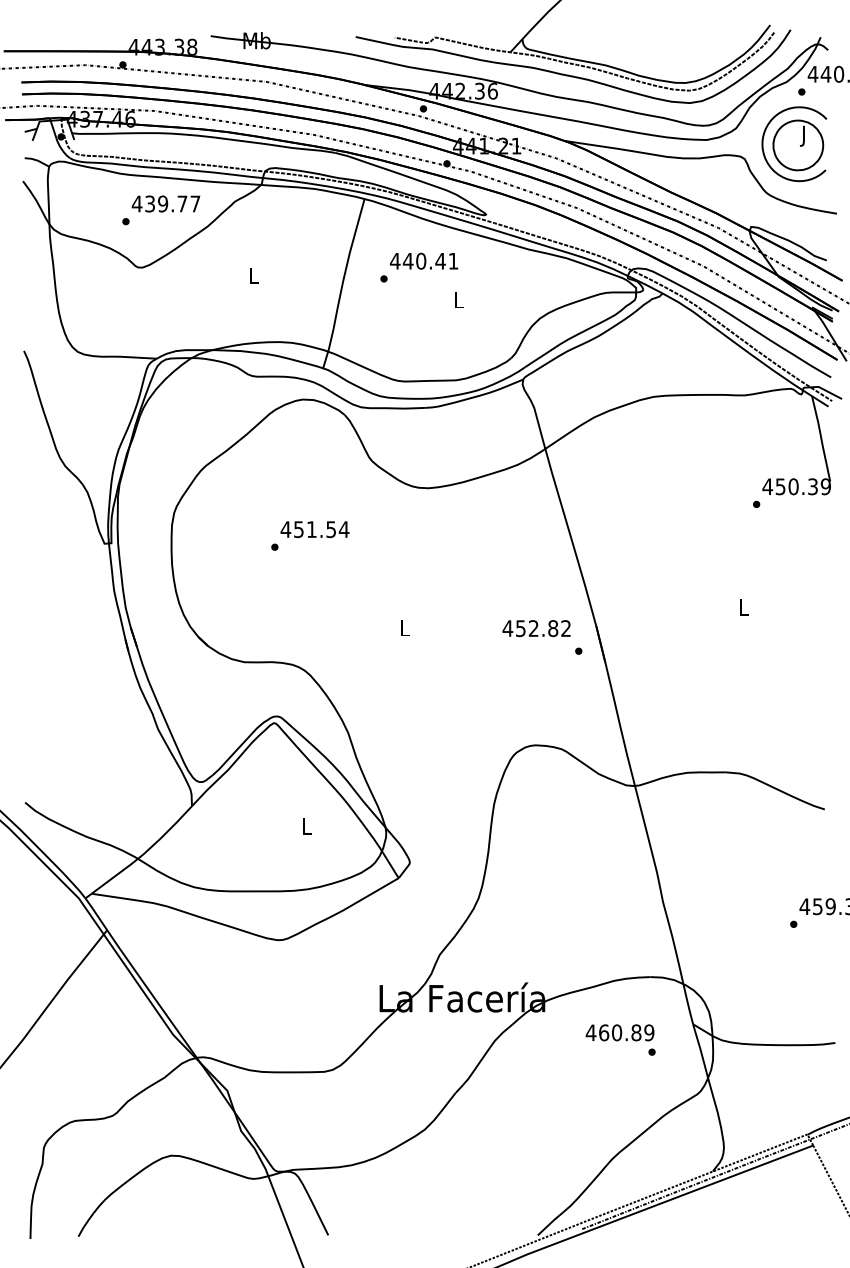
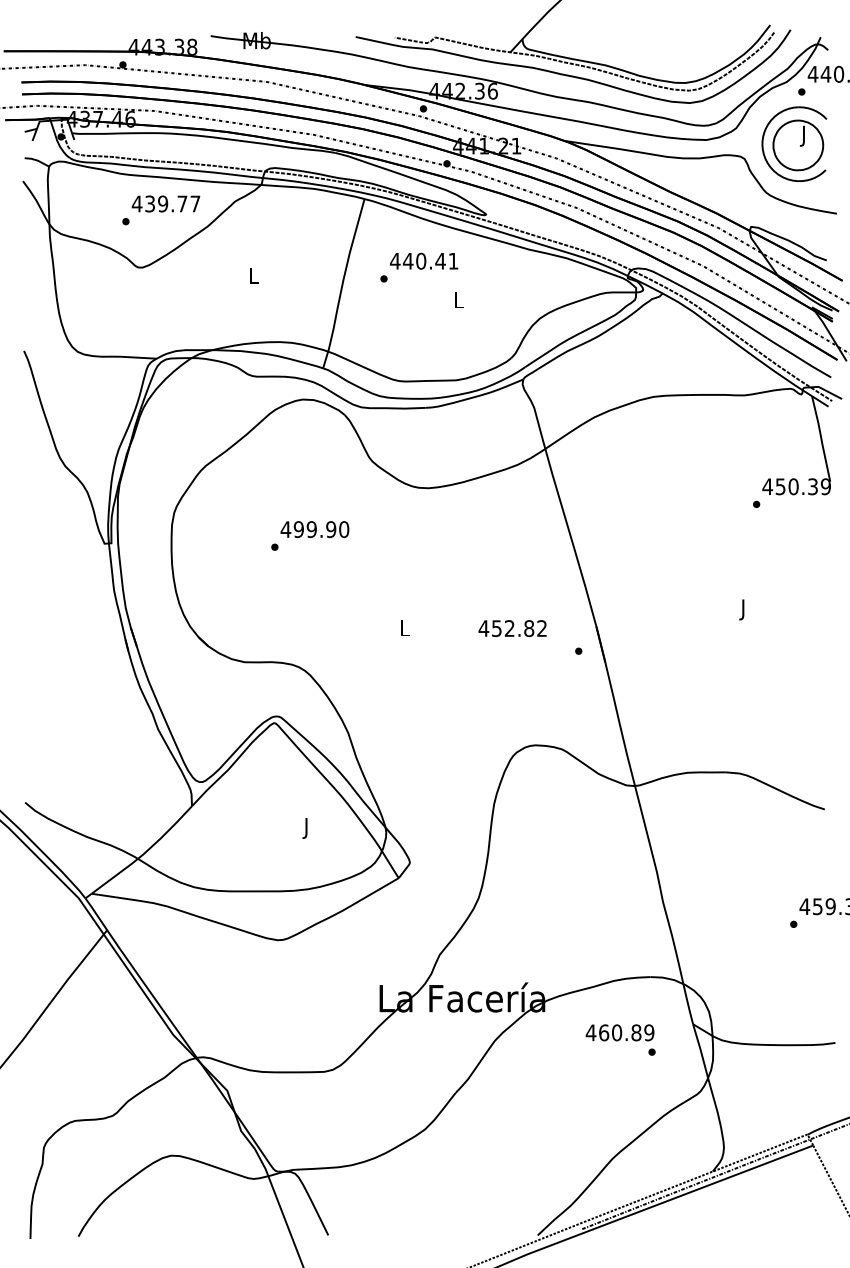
text at (321, 529): 451.54 -> 499.90
text at (743, 609): L -> J
text at (536, 628) position: (536, 628) -> (512, 628)
text at (306, 828): L -> J
